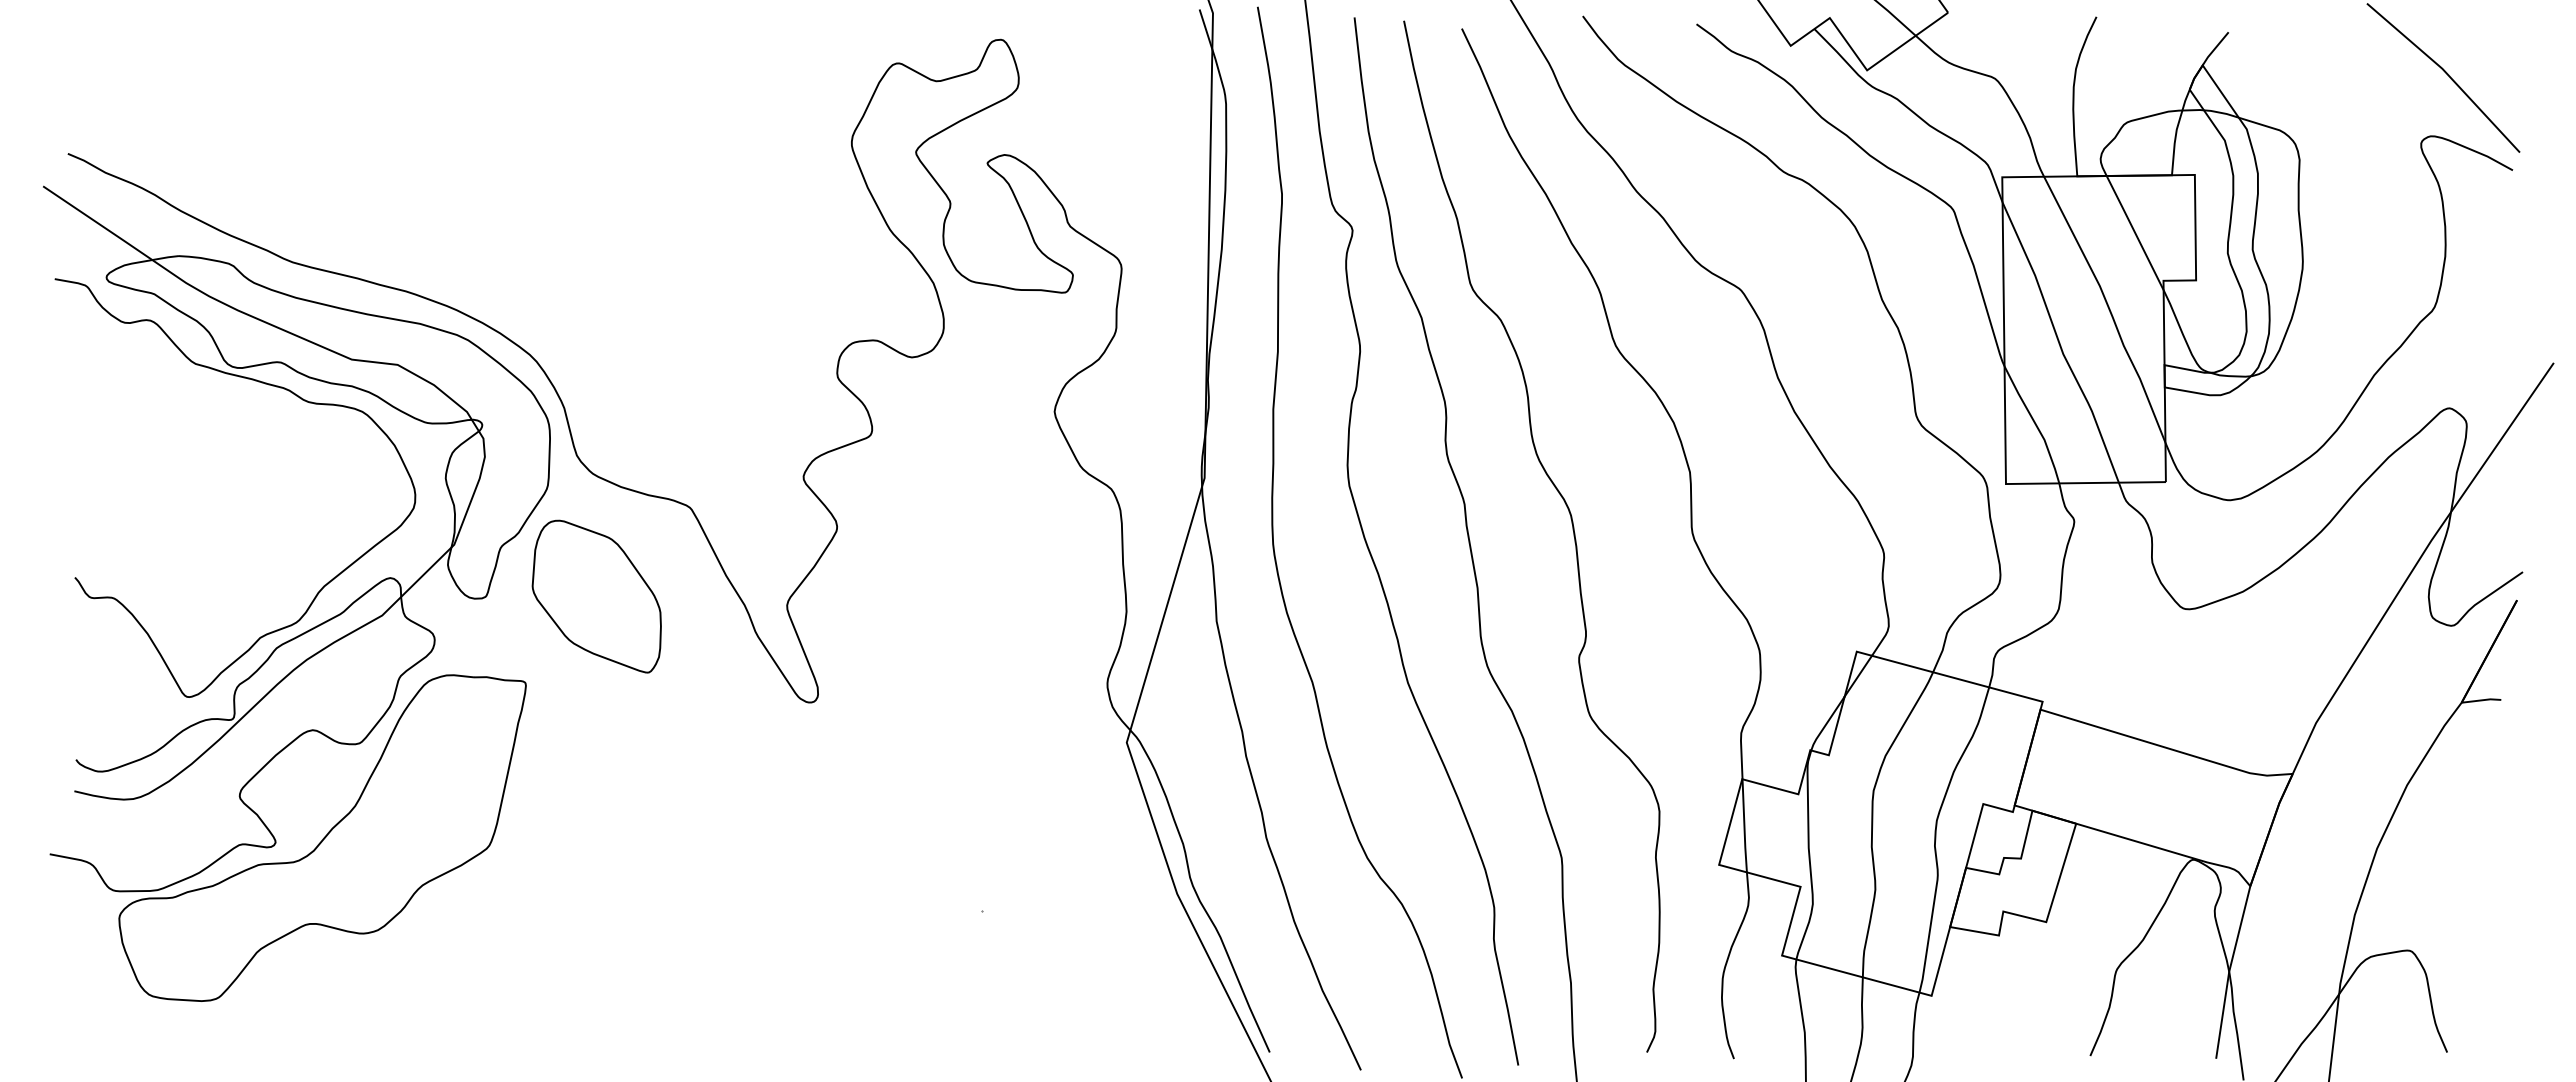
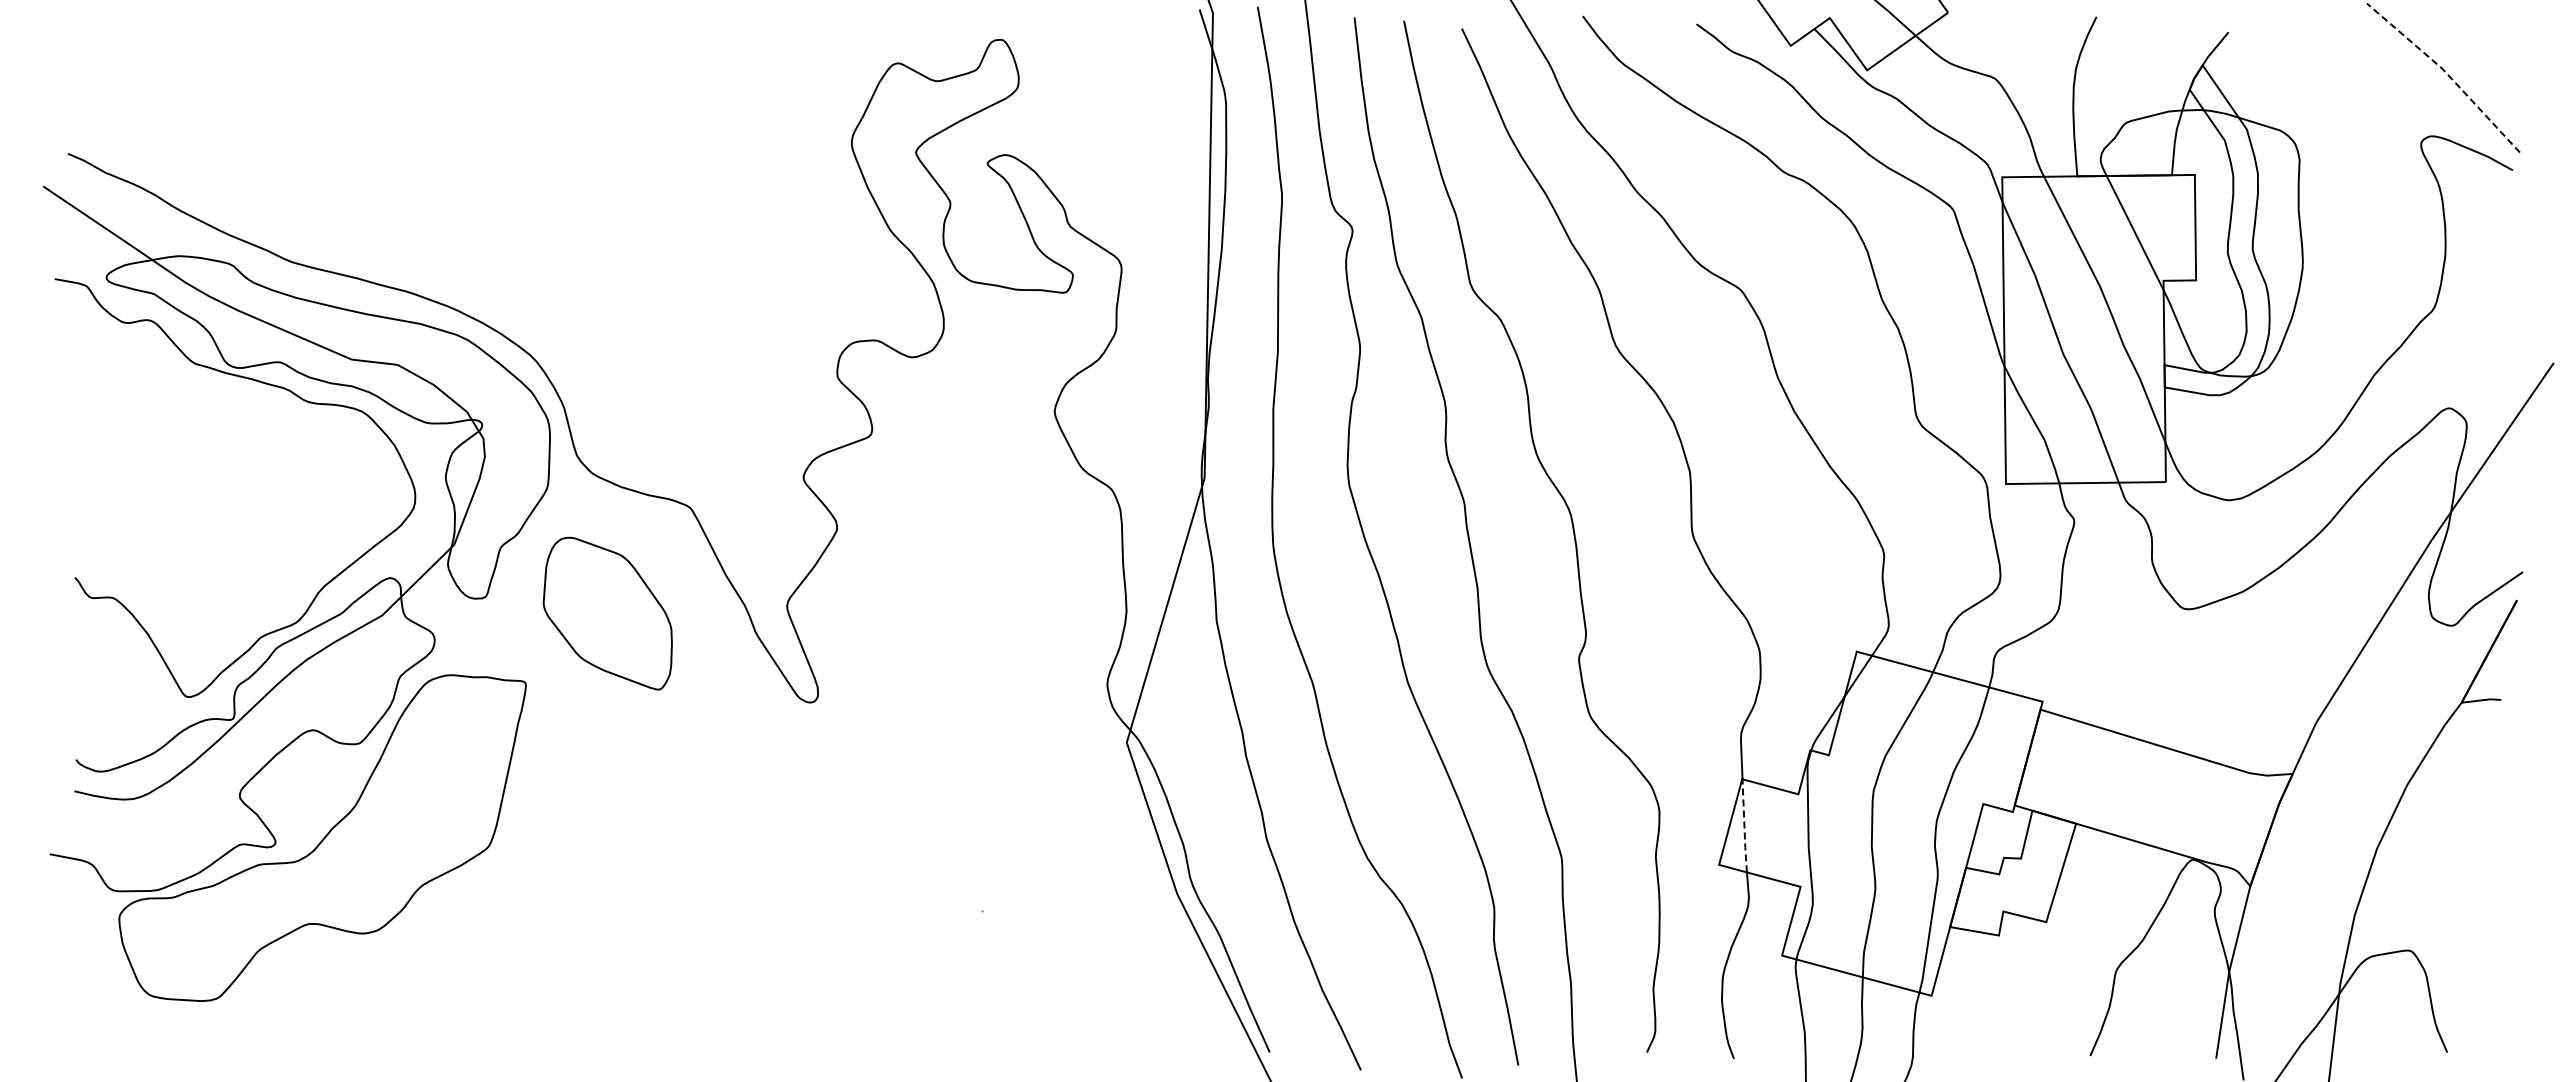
line at (2447, 73): solid -> dashed
part at (596, 596) position: (596, 596) -> (607, 613)
line at (1744, 825): solid -> dashed
